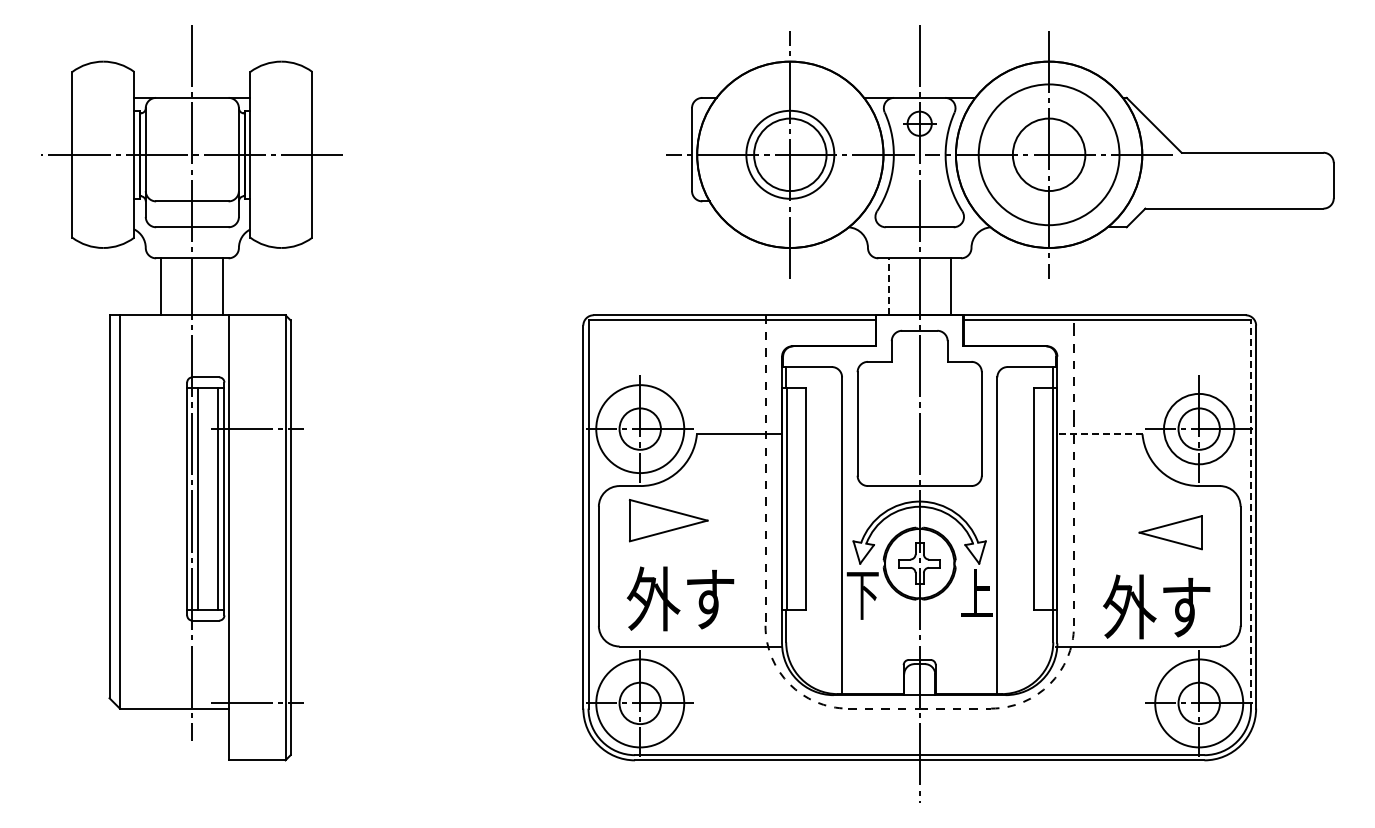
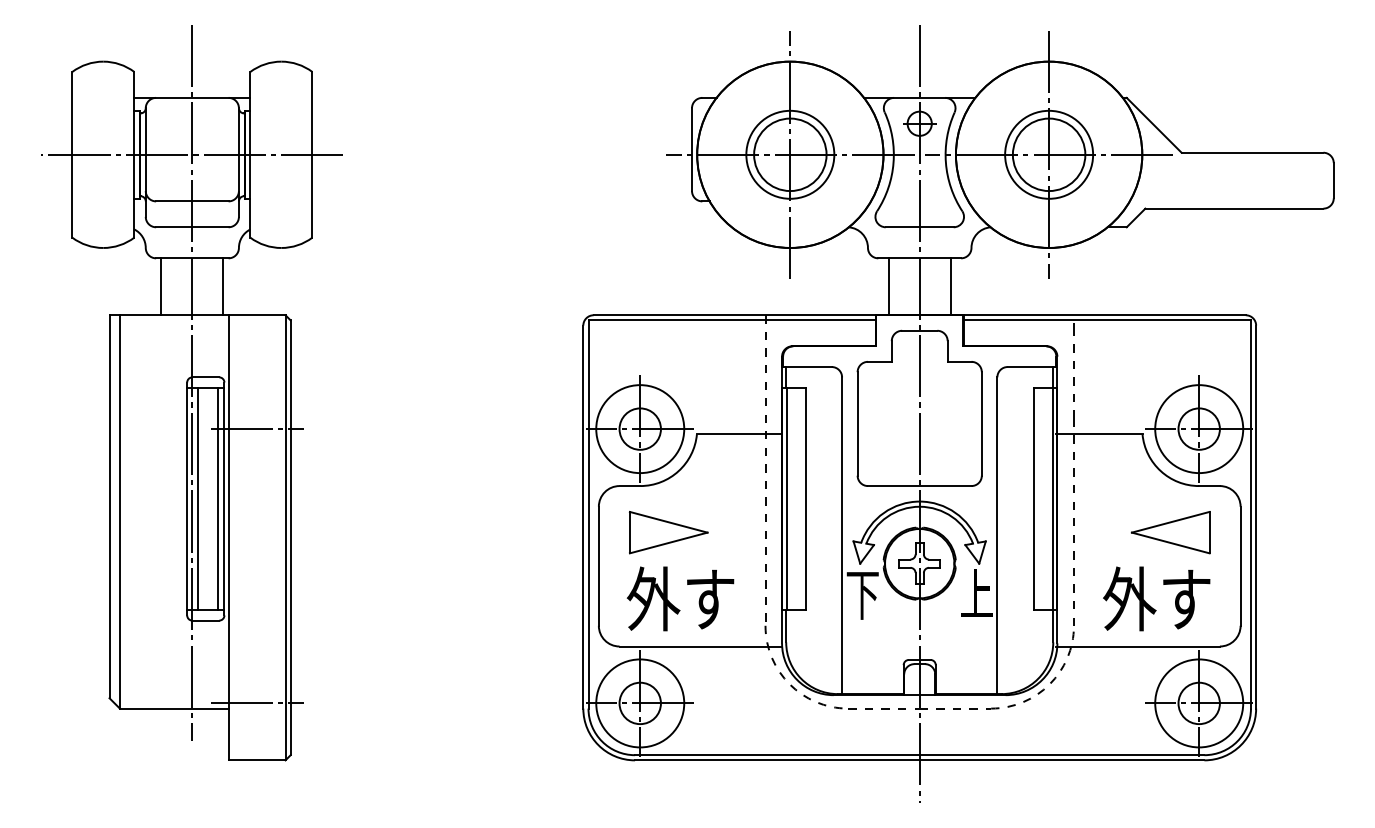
circle at (1048, 154) diameter: 141 px -> 88 px
line at (888, 286): dashed -> solid
circle at (1199, 428) diameter: 70 px -> 88 px
line at (1098, 434): dashed -> solid
line at (1250, 514): dashed -> solid
part at (668, 520) position: (668, 520) -> (668, 532)
part at (1170, 532) size: 65x36 px -> 81x44 px
text at (1156, 606) position: (1156, 606) -> (1156, 598)
